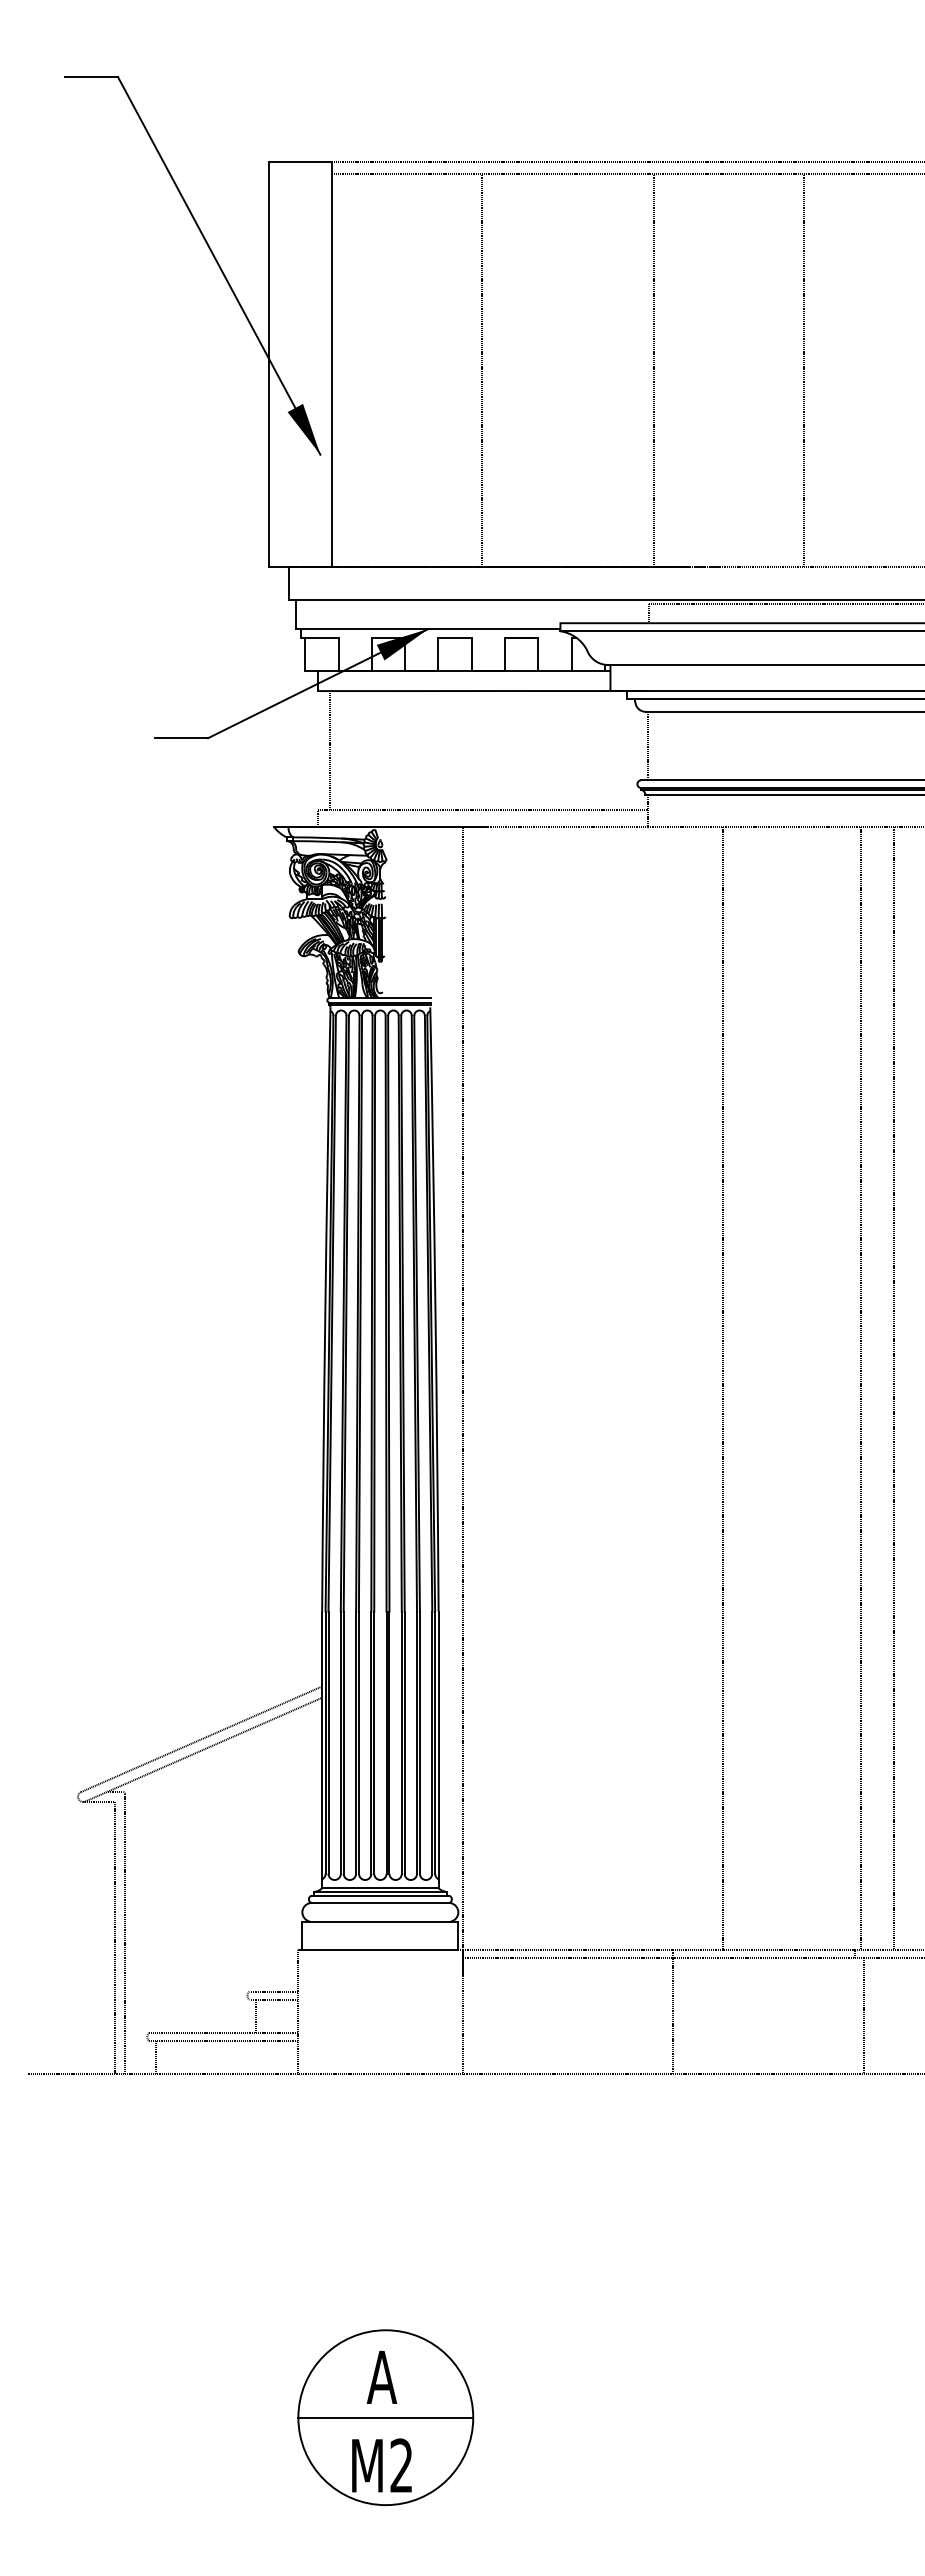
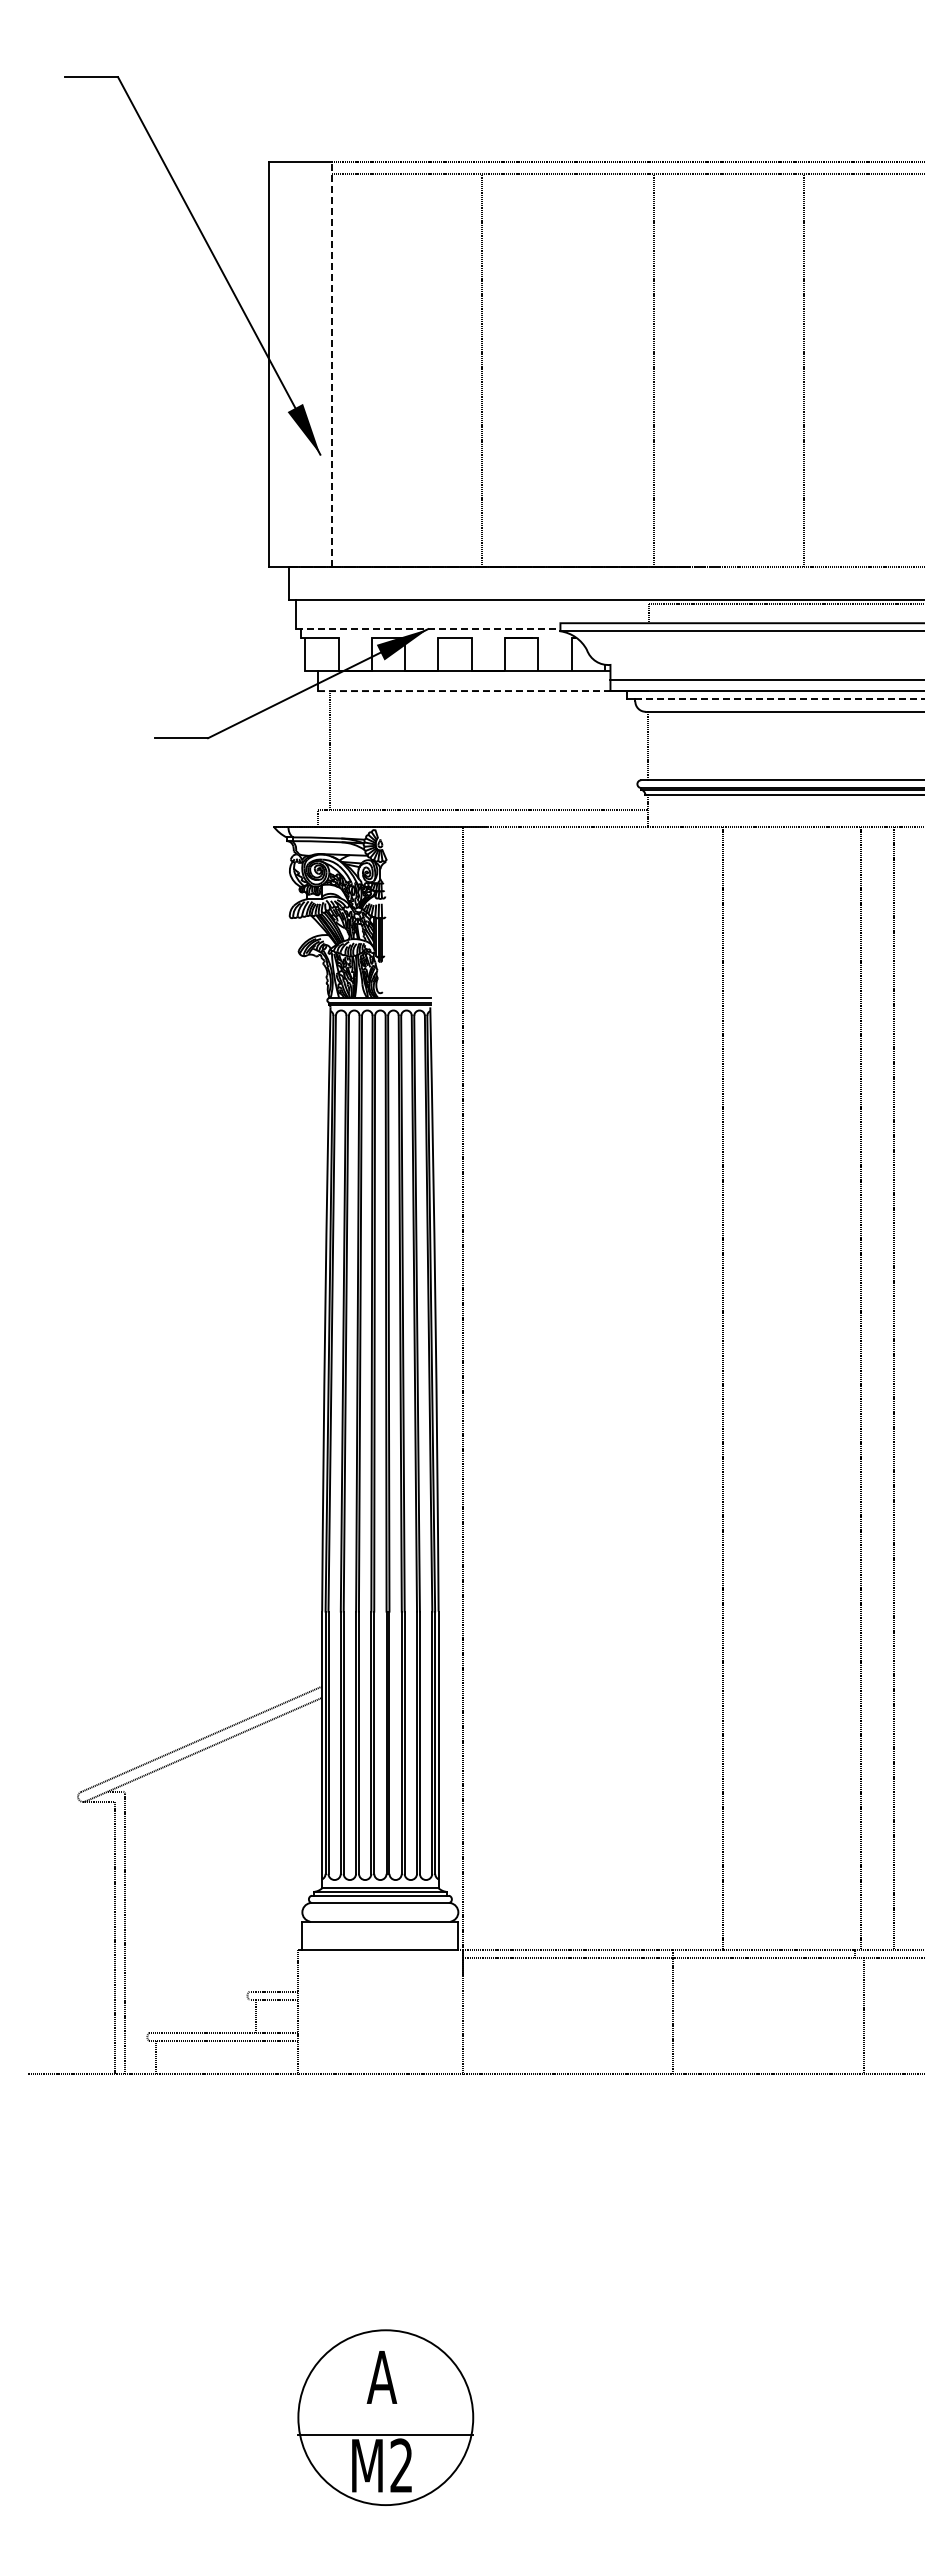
line at (332, 363): solid -> dashed
line at (428, 629): solid -> dashed
line at (765, 664) position: (765, 664) -> (765, 679)
line at (468, 691): solid -> dashed
line at (780, 699): solid -> dashed
line at (385, 2417) position: (385, 2417) -> (385, 2434)
